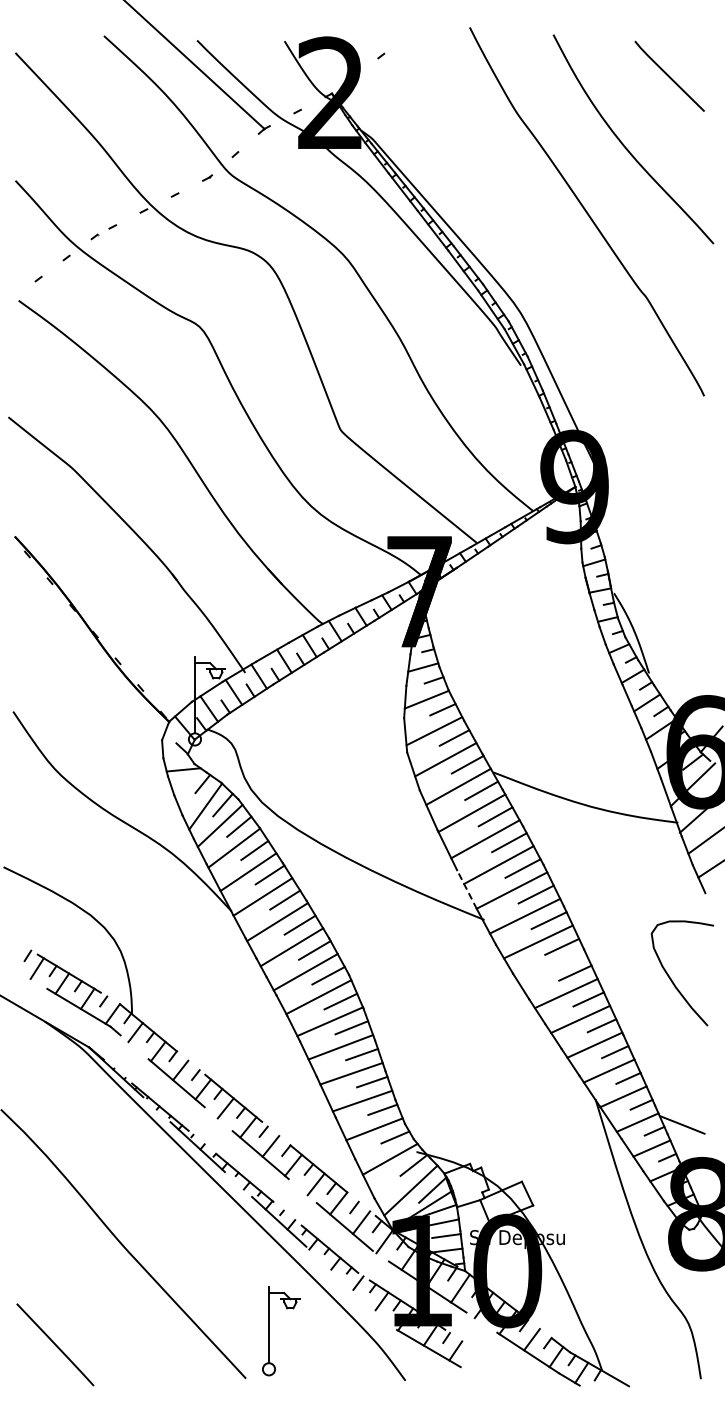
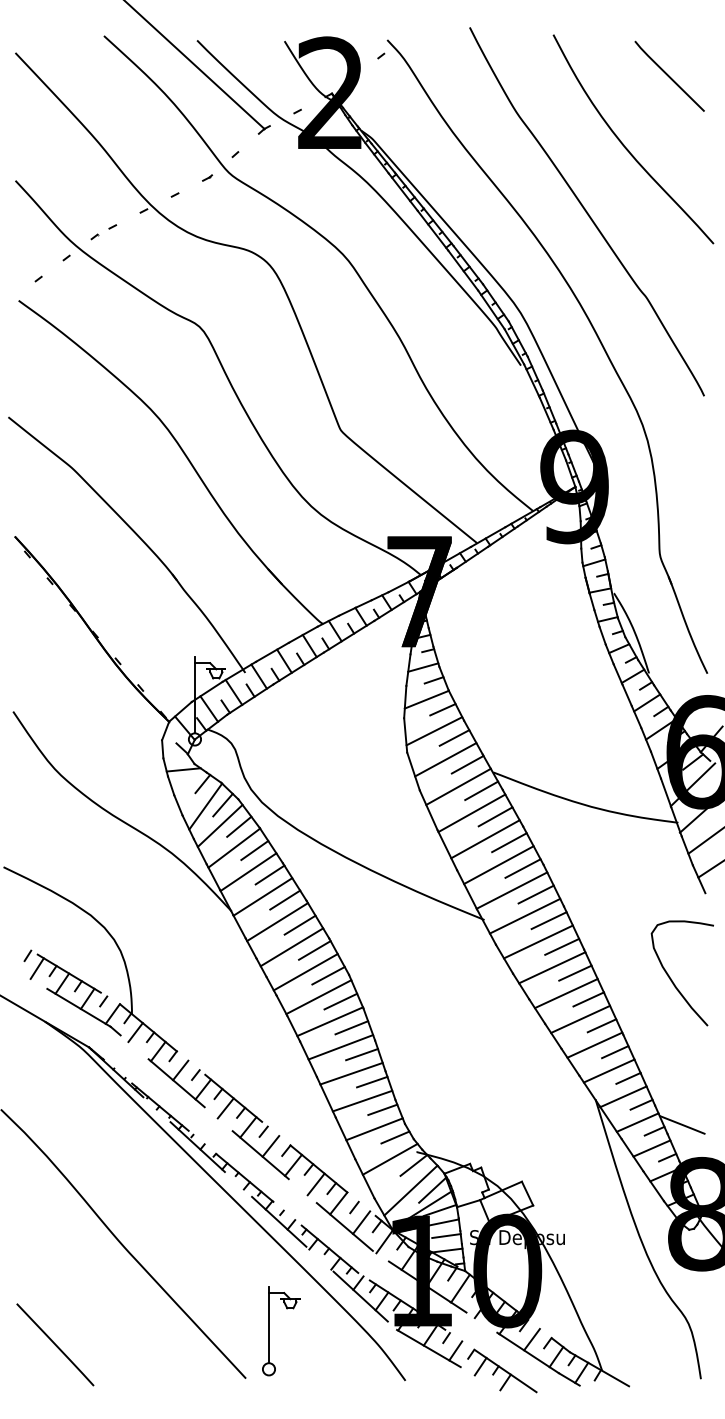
part at (594, 332): none -> present
line at (467, 889): dashed -> solid
line at (552, 967): none -> present
line at (360, 1296): none -> present
part at (502, 1370): none -> present
